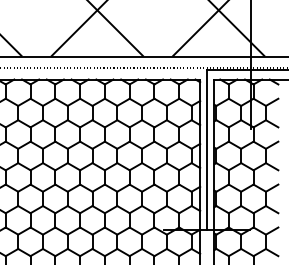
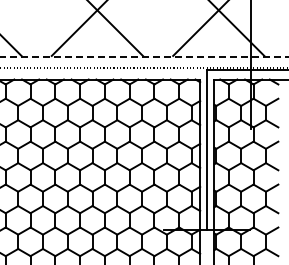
line at (144, 56): solid -> dashed
